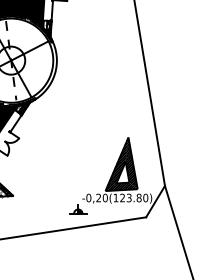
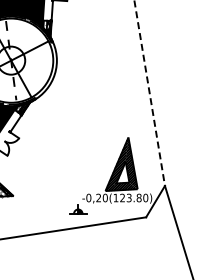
line at (149, 93): solid -> dashed
